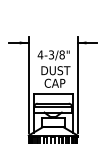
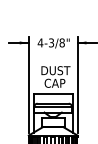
text at (53, 55) position: (53, 55) -> (53, 43)
